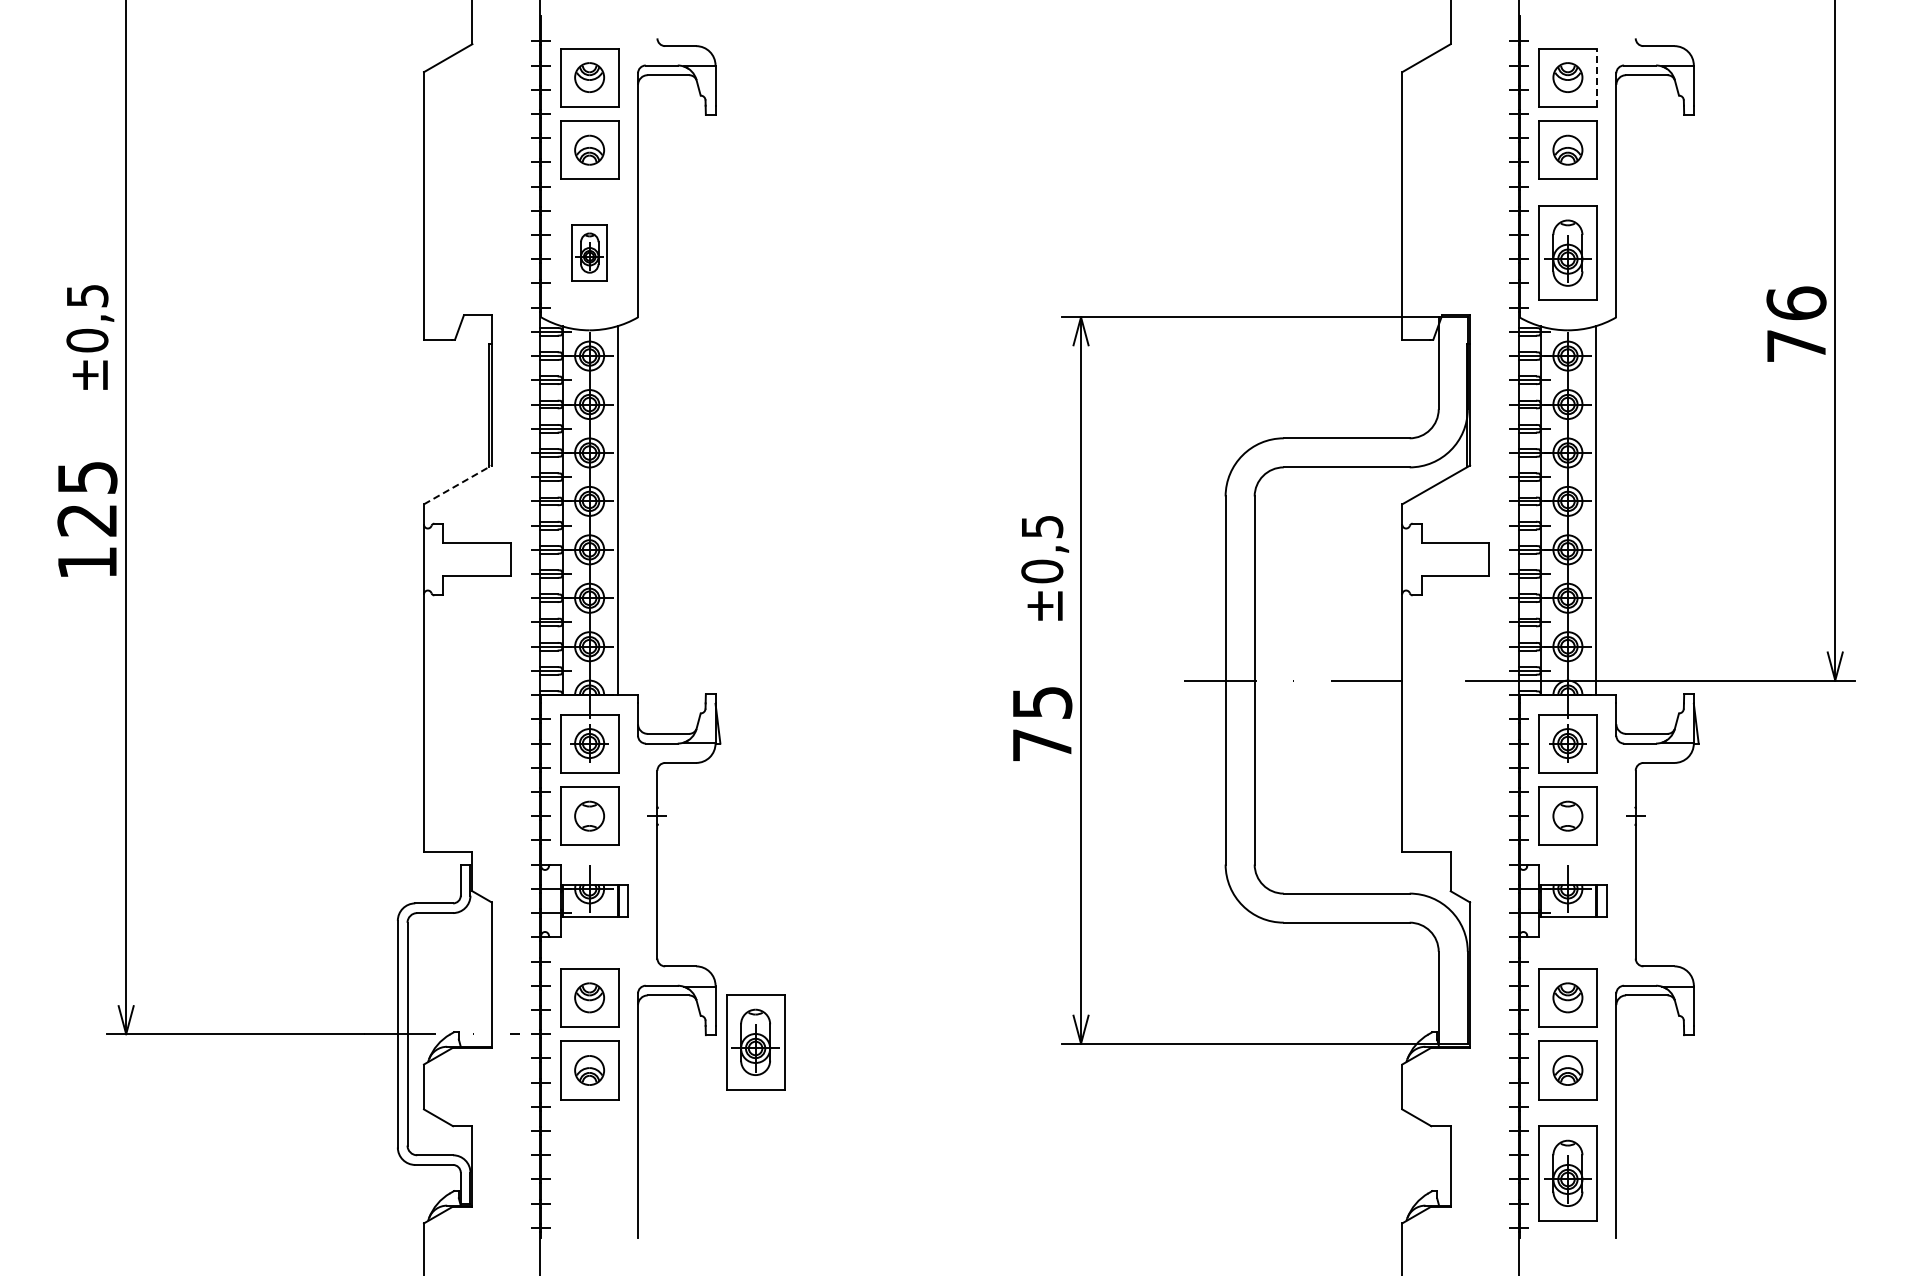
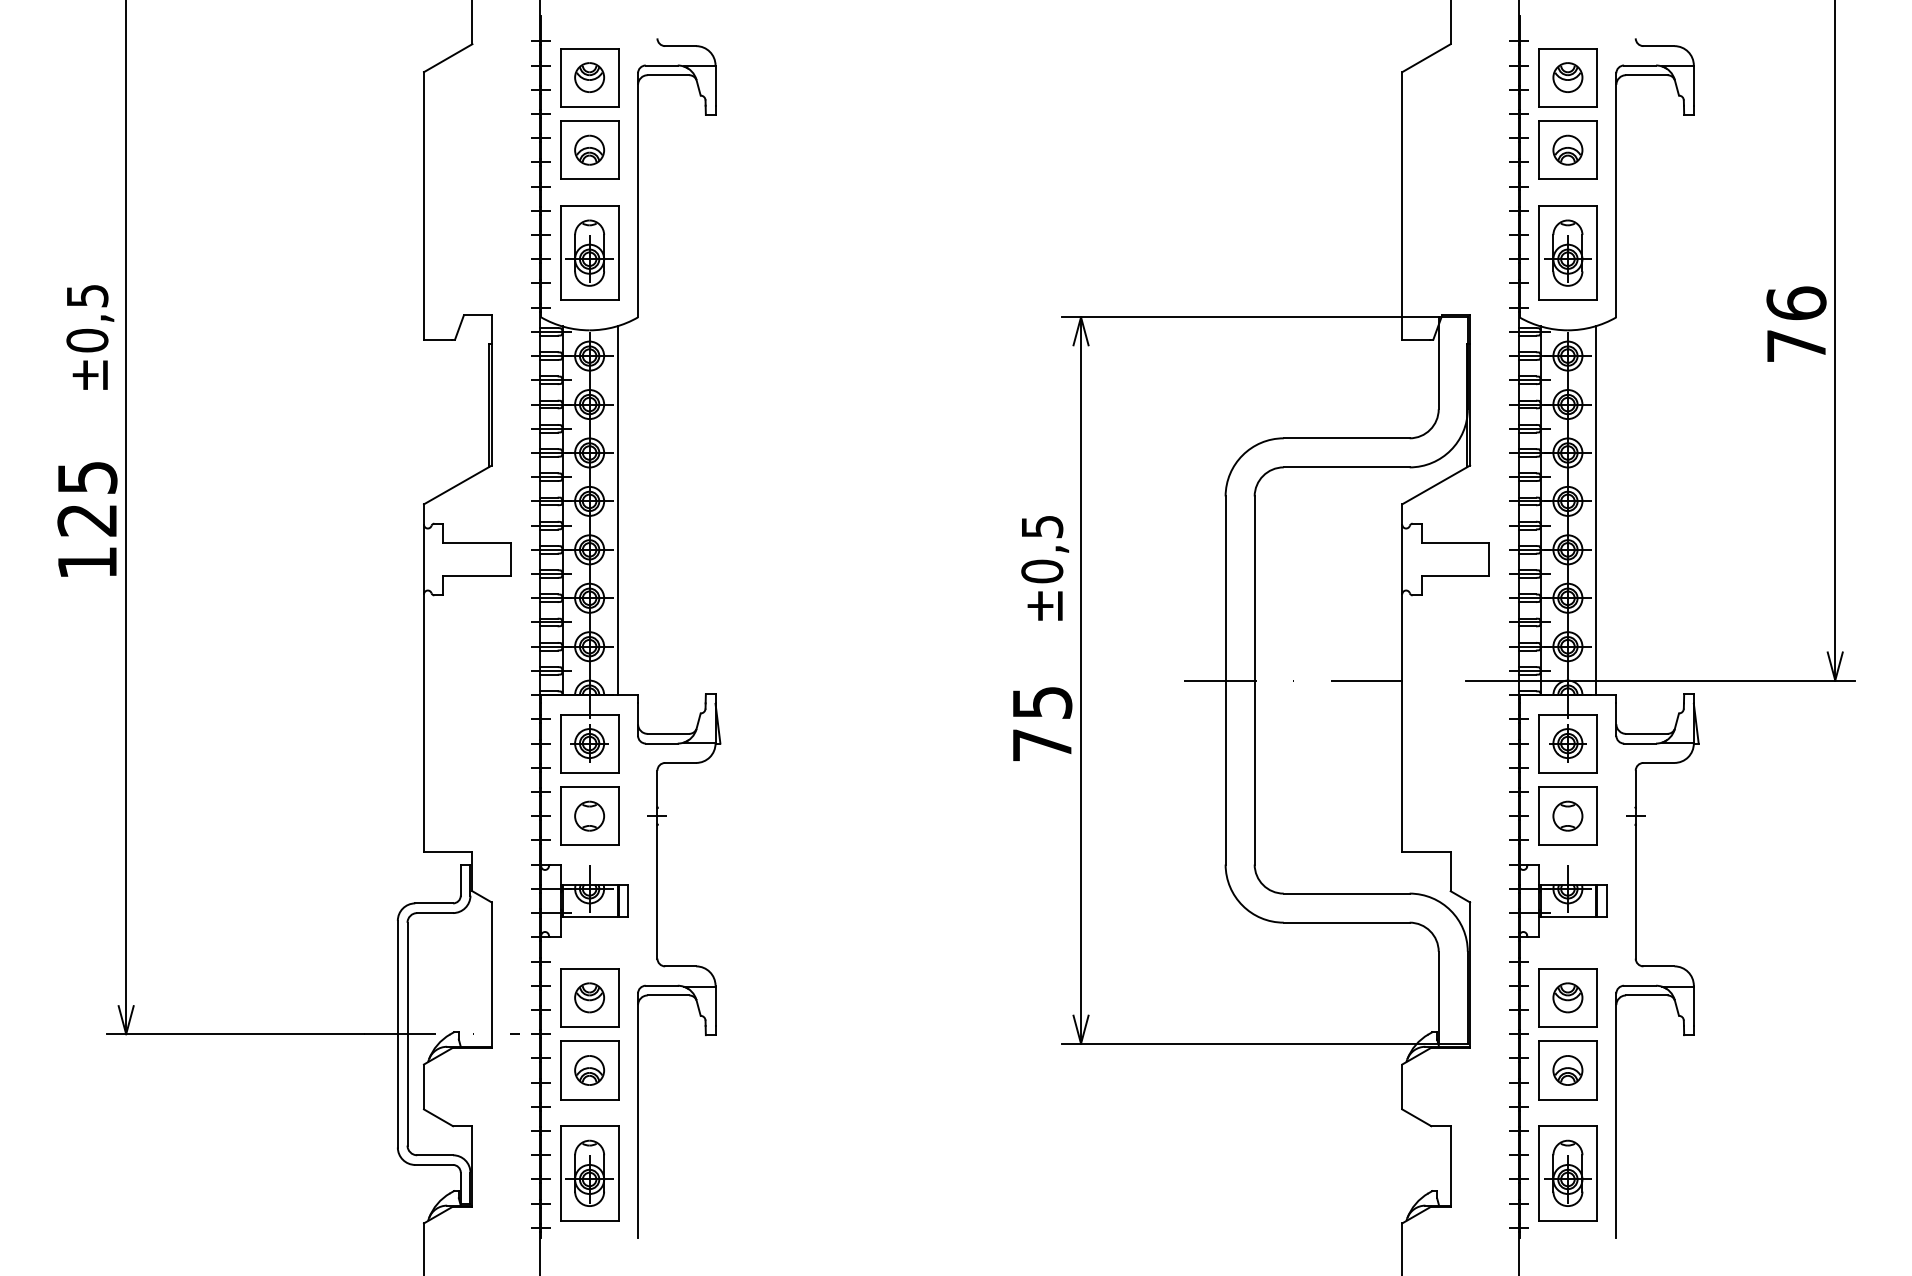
line at (1596, 77): dashed -> solid
part at (589, 252) size: 37x58 px -> 60x96 px
line at (458, 484): dashed -> solid
part at (755, 1042) position: (755, 1042) -> (589, 1173)
